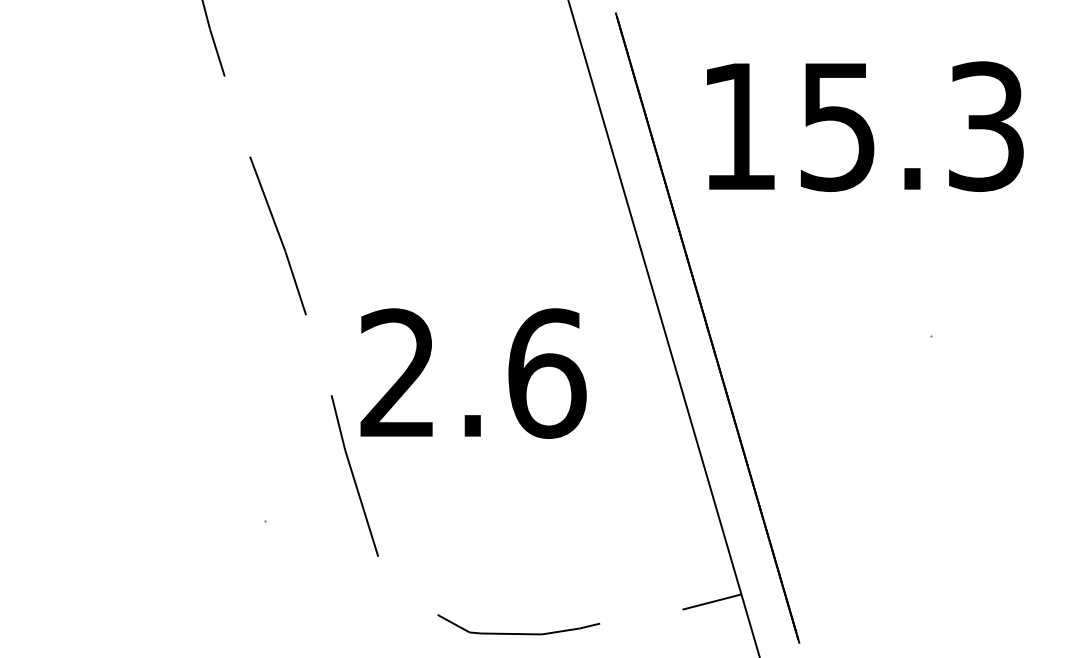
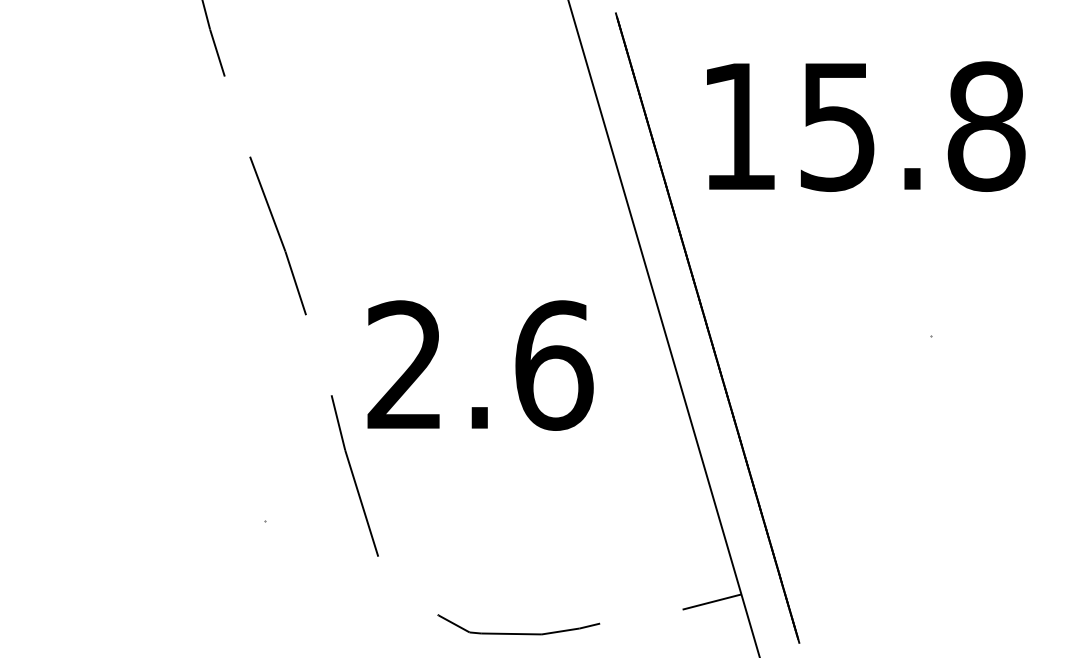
text at (986, 126): 15.3 -> 15.8
text at (473, 373) position: (473, 373) -> (480, 365)
